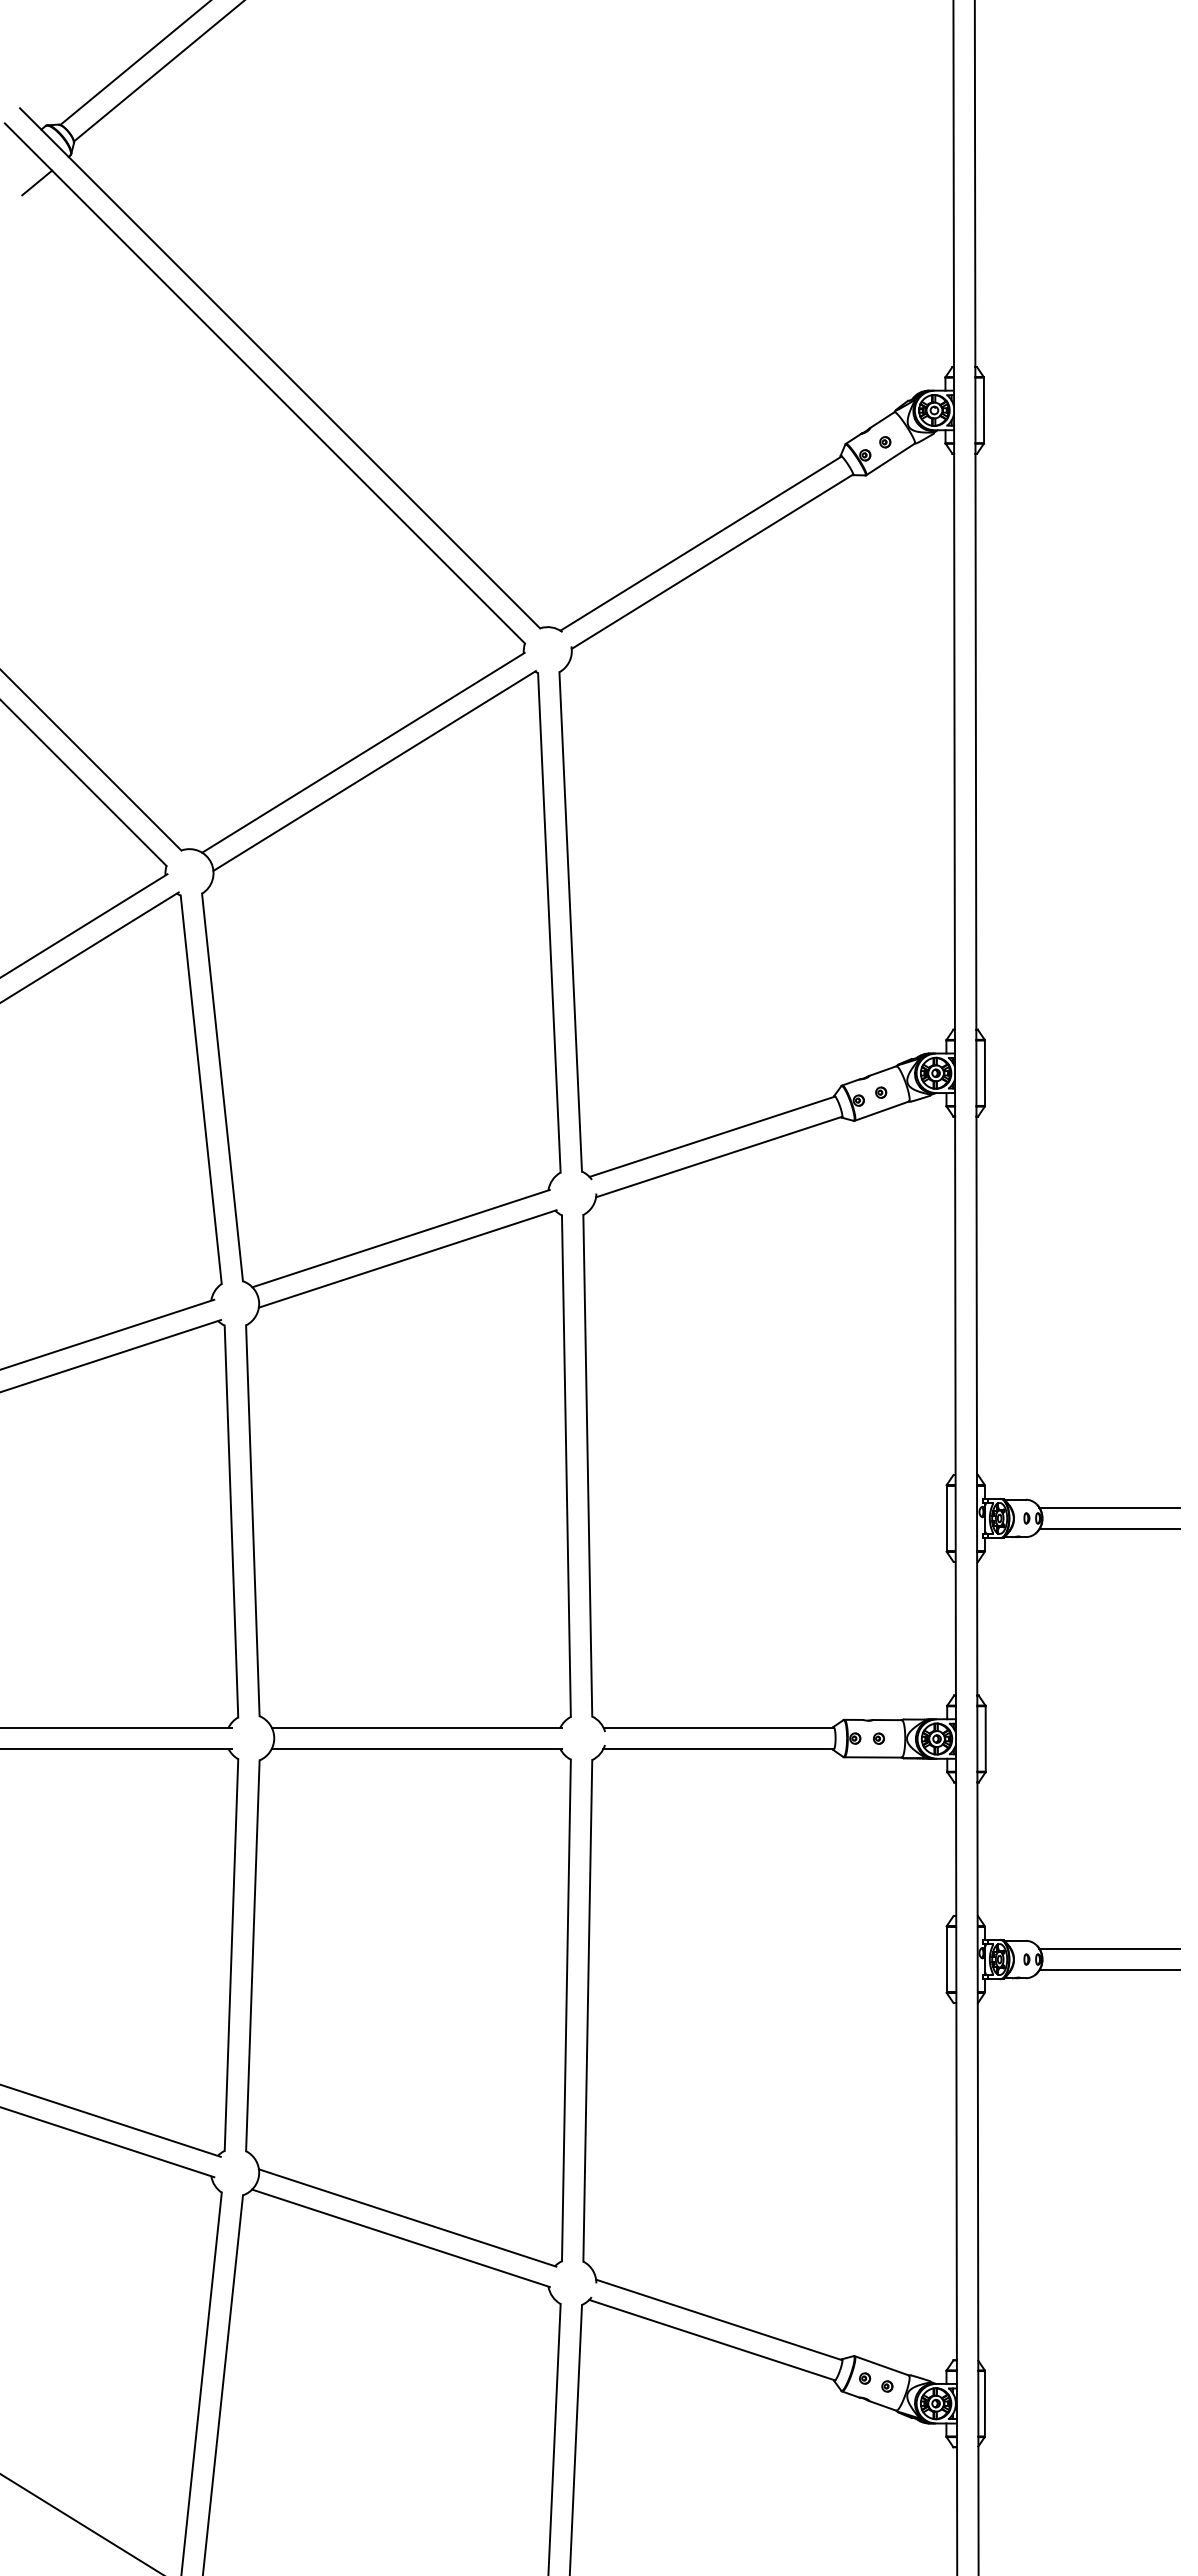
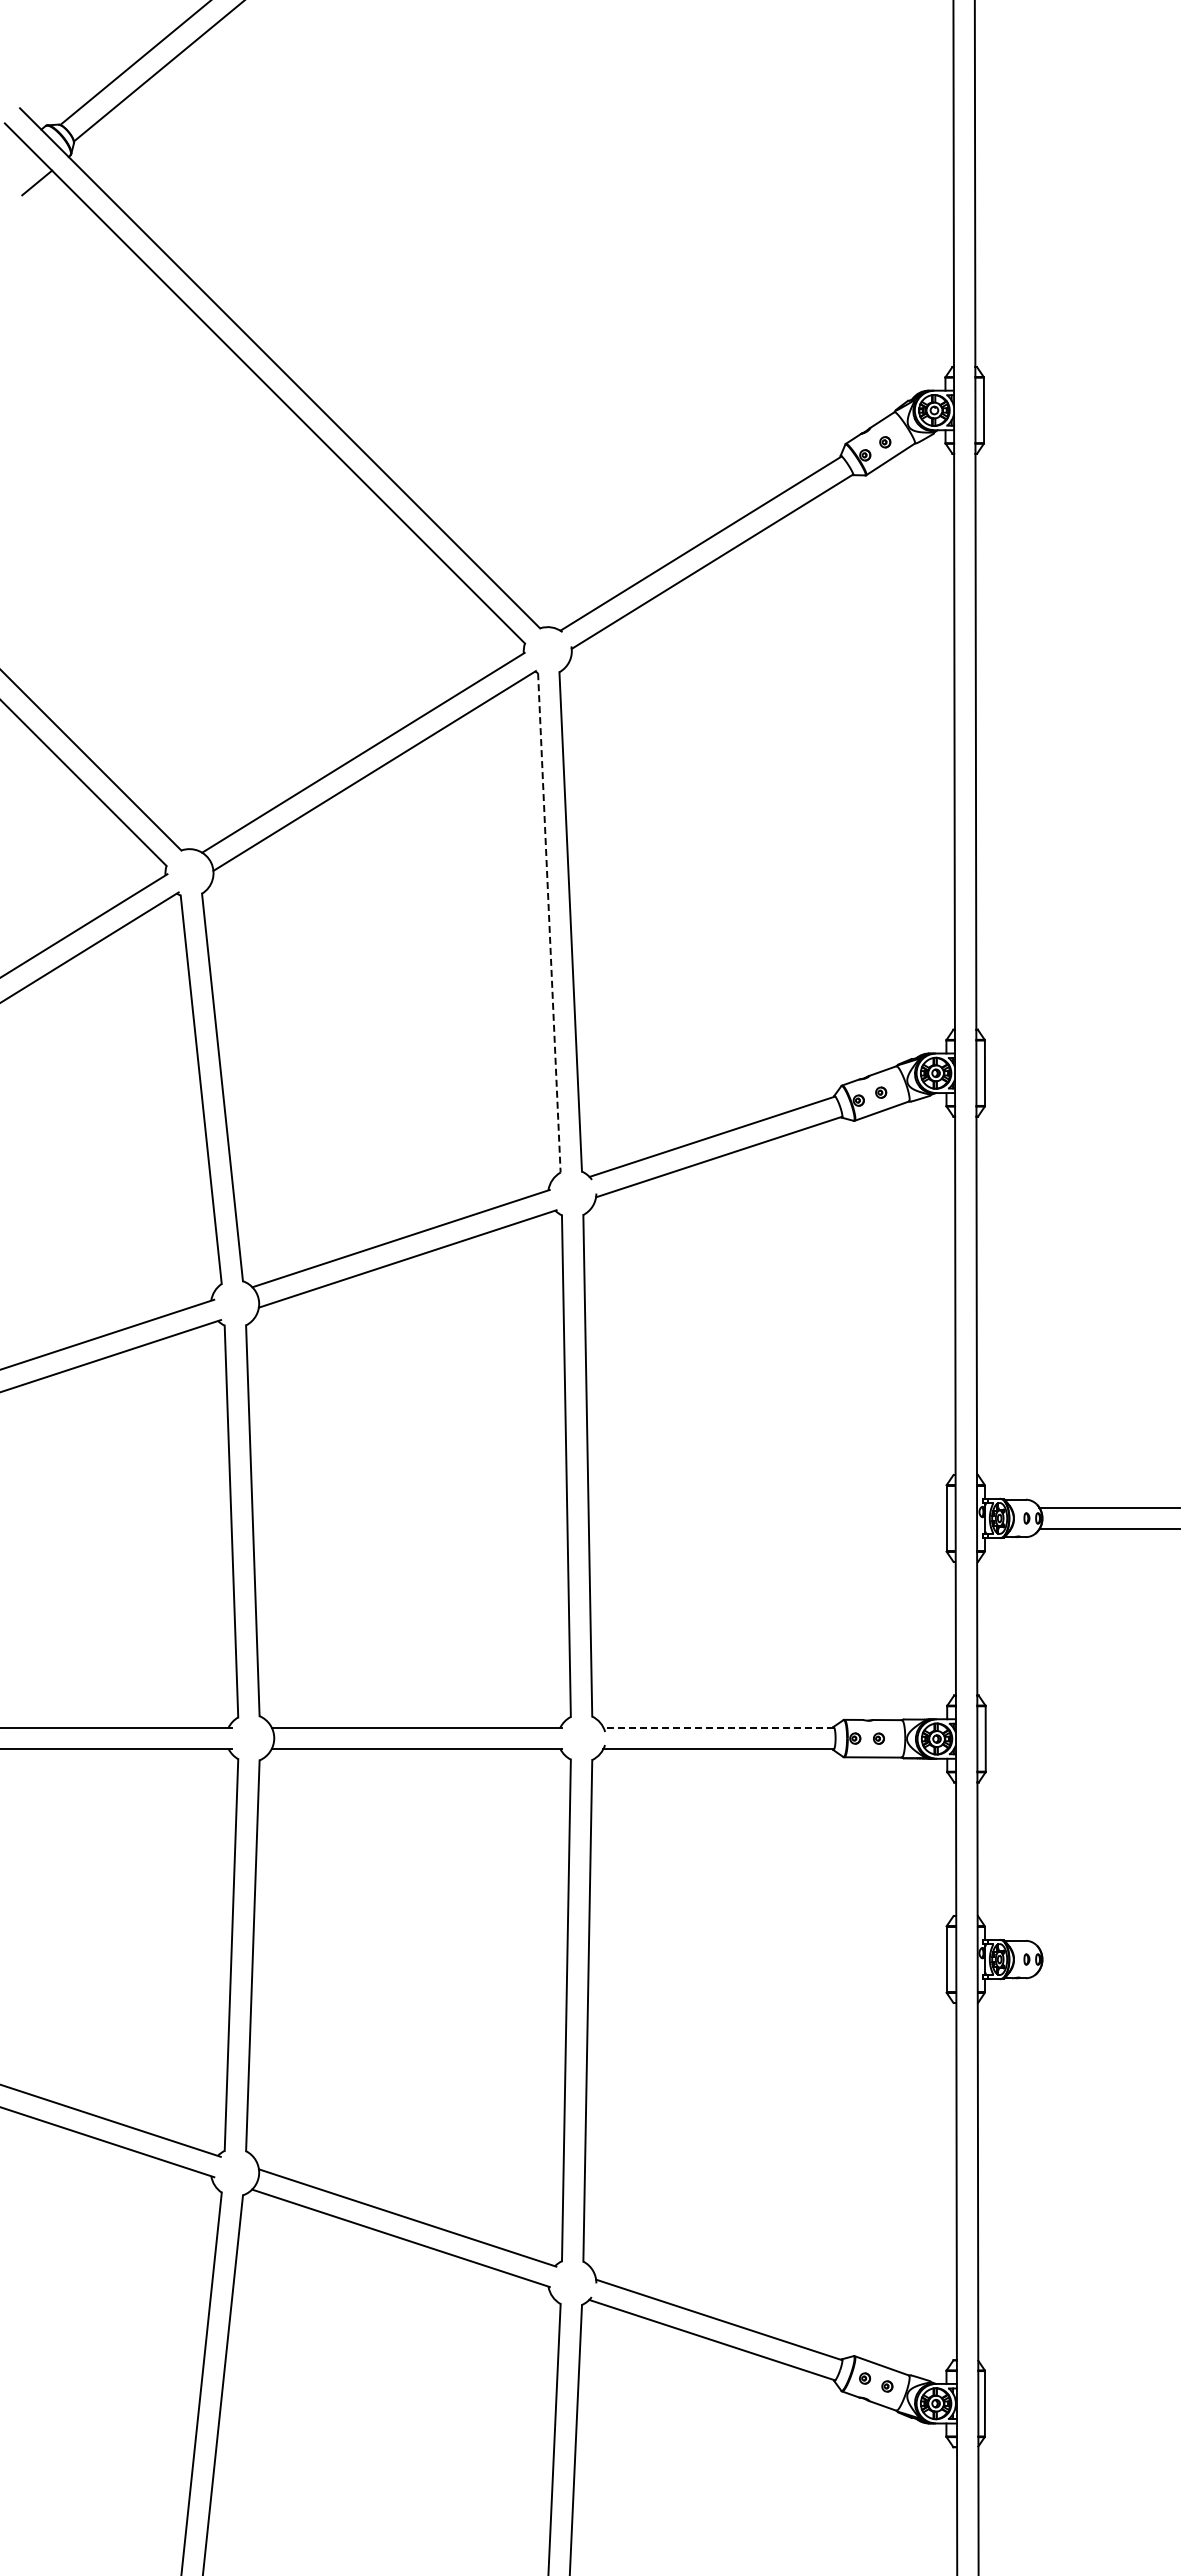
line at (549, 922): solid -> dashed
line at (718, 1727): solid -> dashed
line at (1109, 1948): present -> none
line at (1109, 1970): present -> none
line at (80, 2523): present -> none
